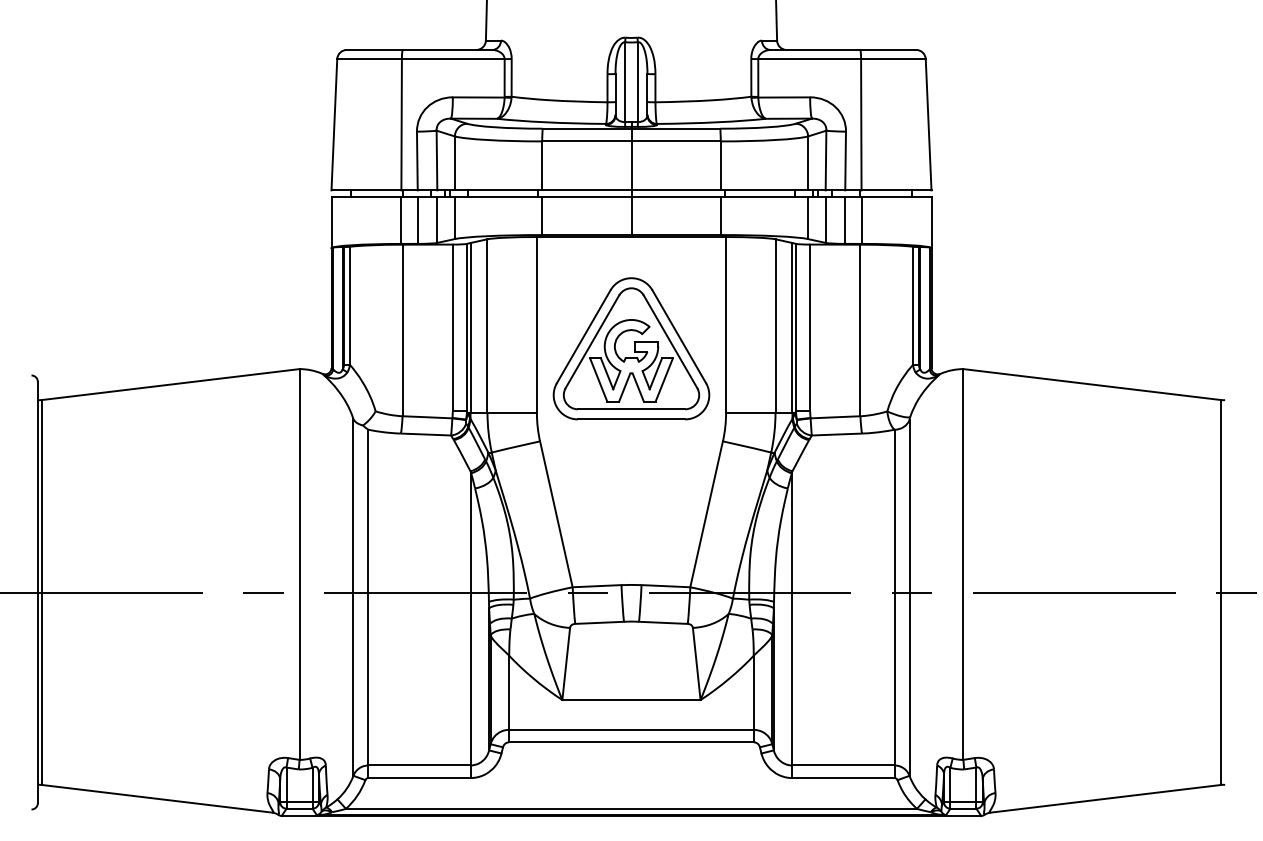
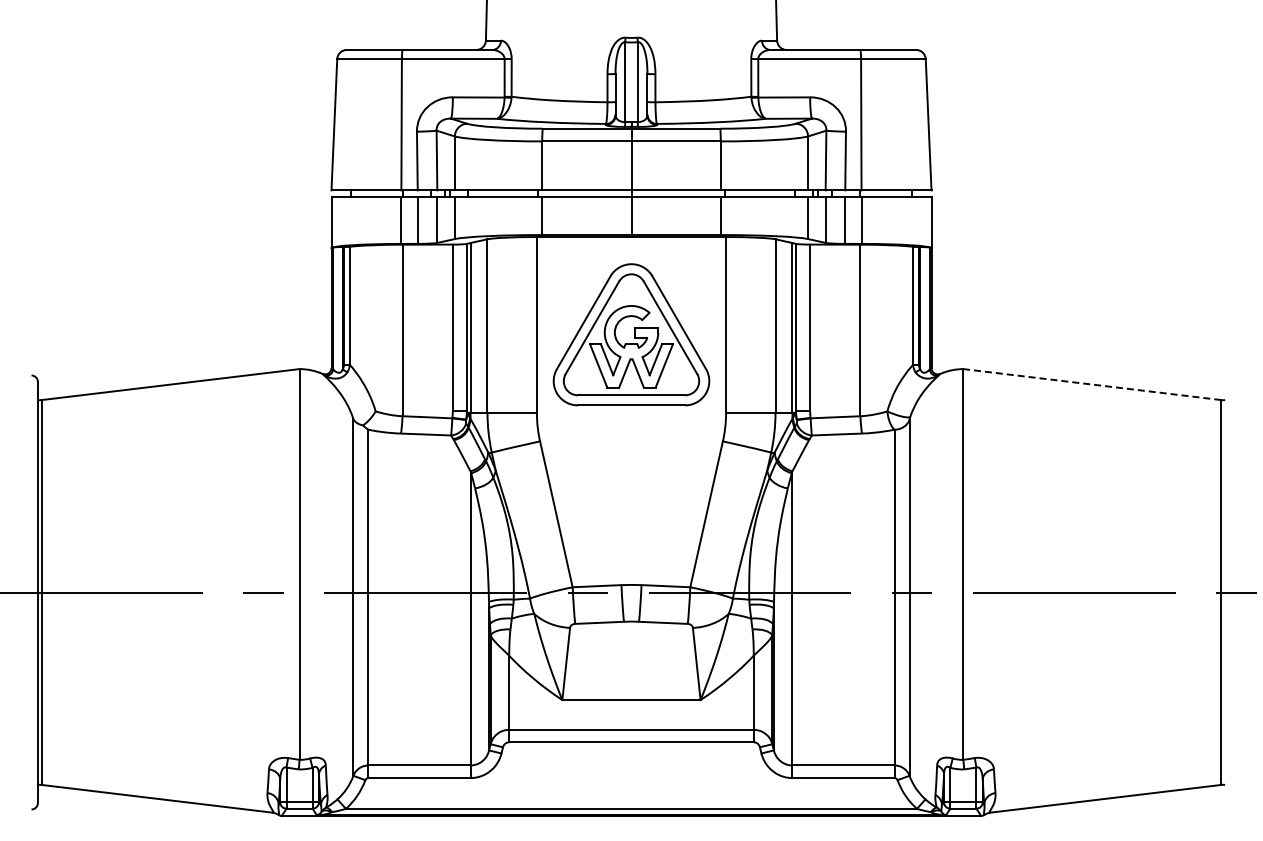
part at (631, 348) position: (631, 348) -> (631, 334)
line at (1092, 384): solid -> dashed
